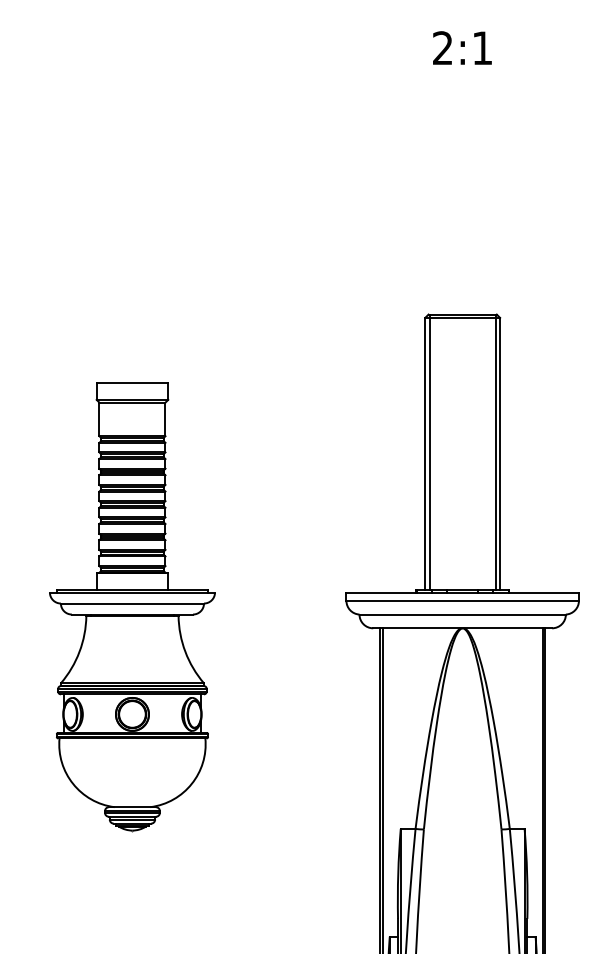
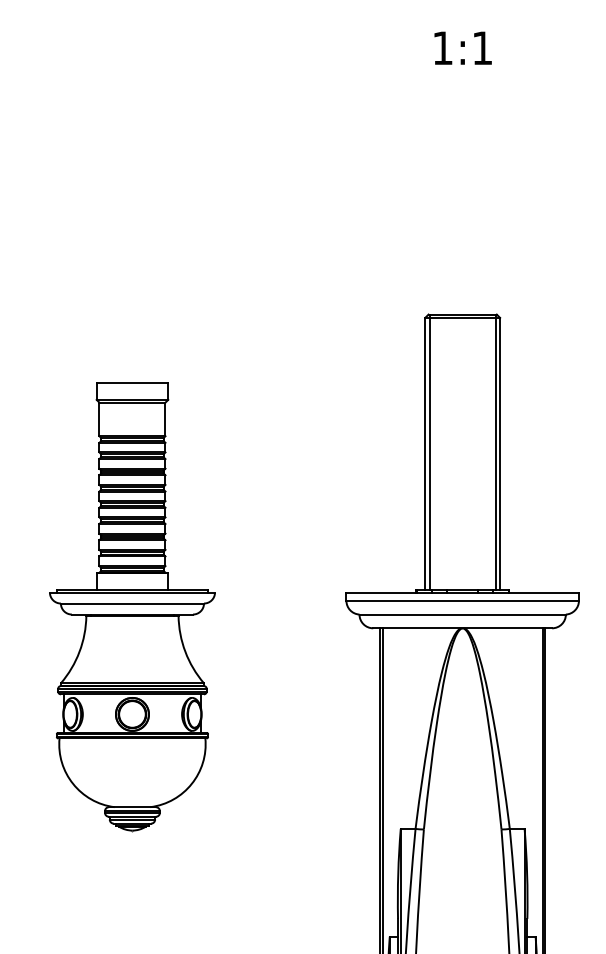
text at (442, 47): 2:1 -> 1:1
